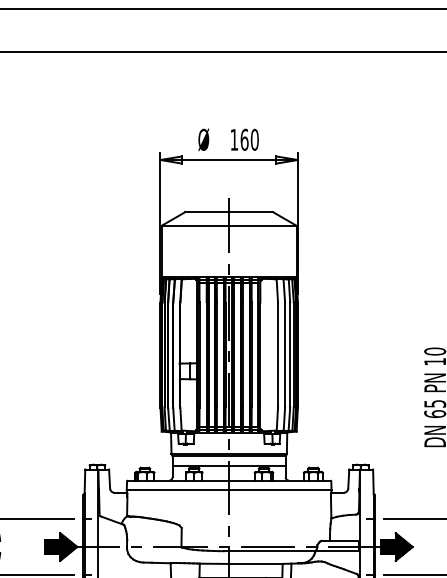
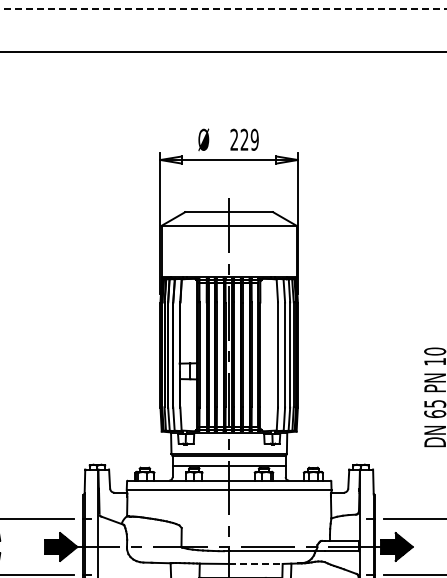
line at (223, 8): solid -> dashed
text at (244, 139): 160 -> 229
line at (255, 563): solid -> dashed
